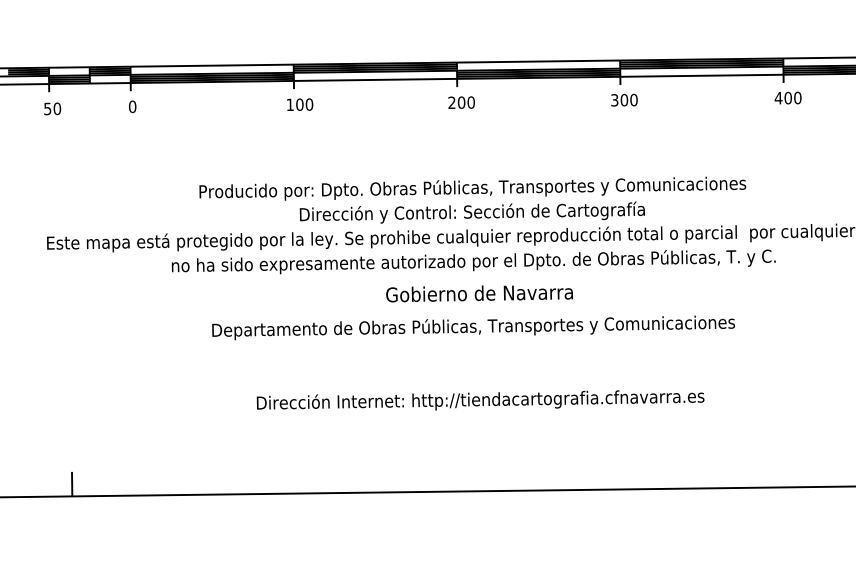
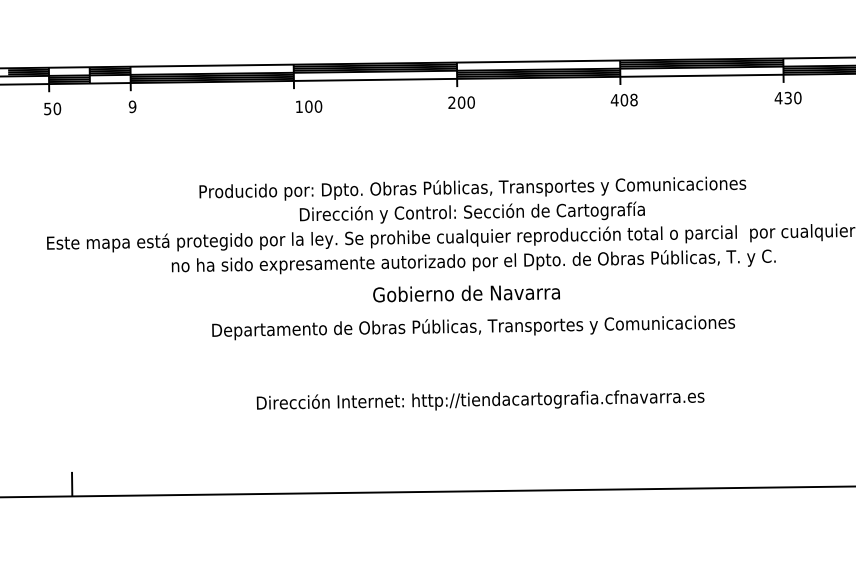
text at (787, 98): 400 -> 430
text at (623, 100): 300 -> 408
text at (300, 104) position: (300, 104) -> (309, 106)
text at (132, 106): 0 -> 9
text at (479, 293) position: (479, 293) -> (466, 293)
